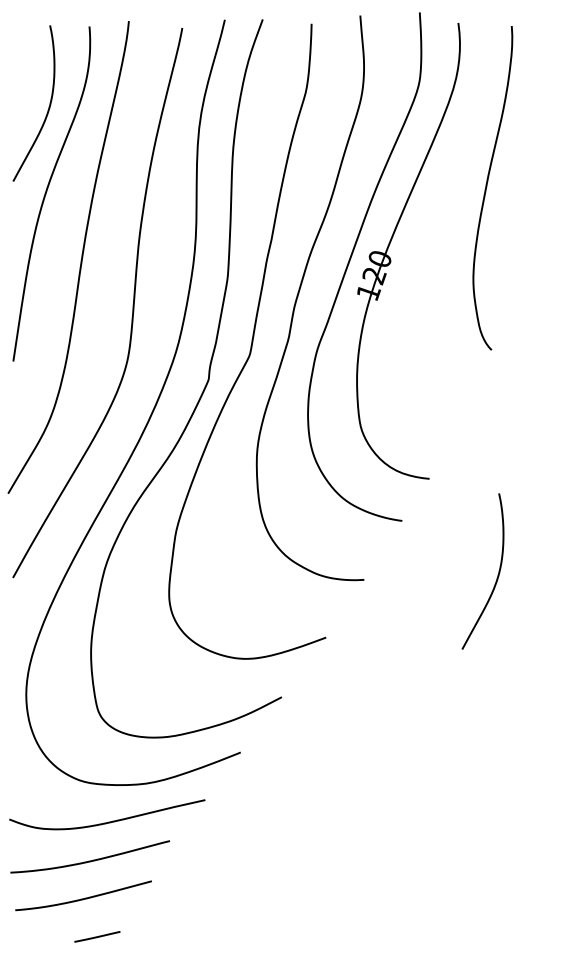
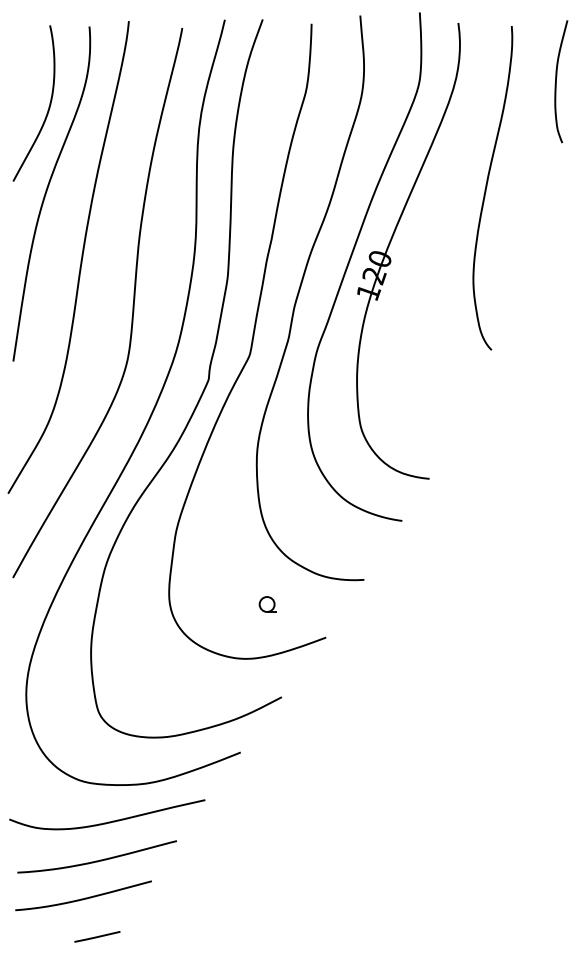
curve at (556, 81): none -> present
curve at (497, 574): present -> none
part at (267, 604): none -> present
curve at (89, 860) position: (89, 860) -> (96, 860)
